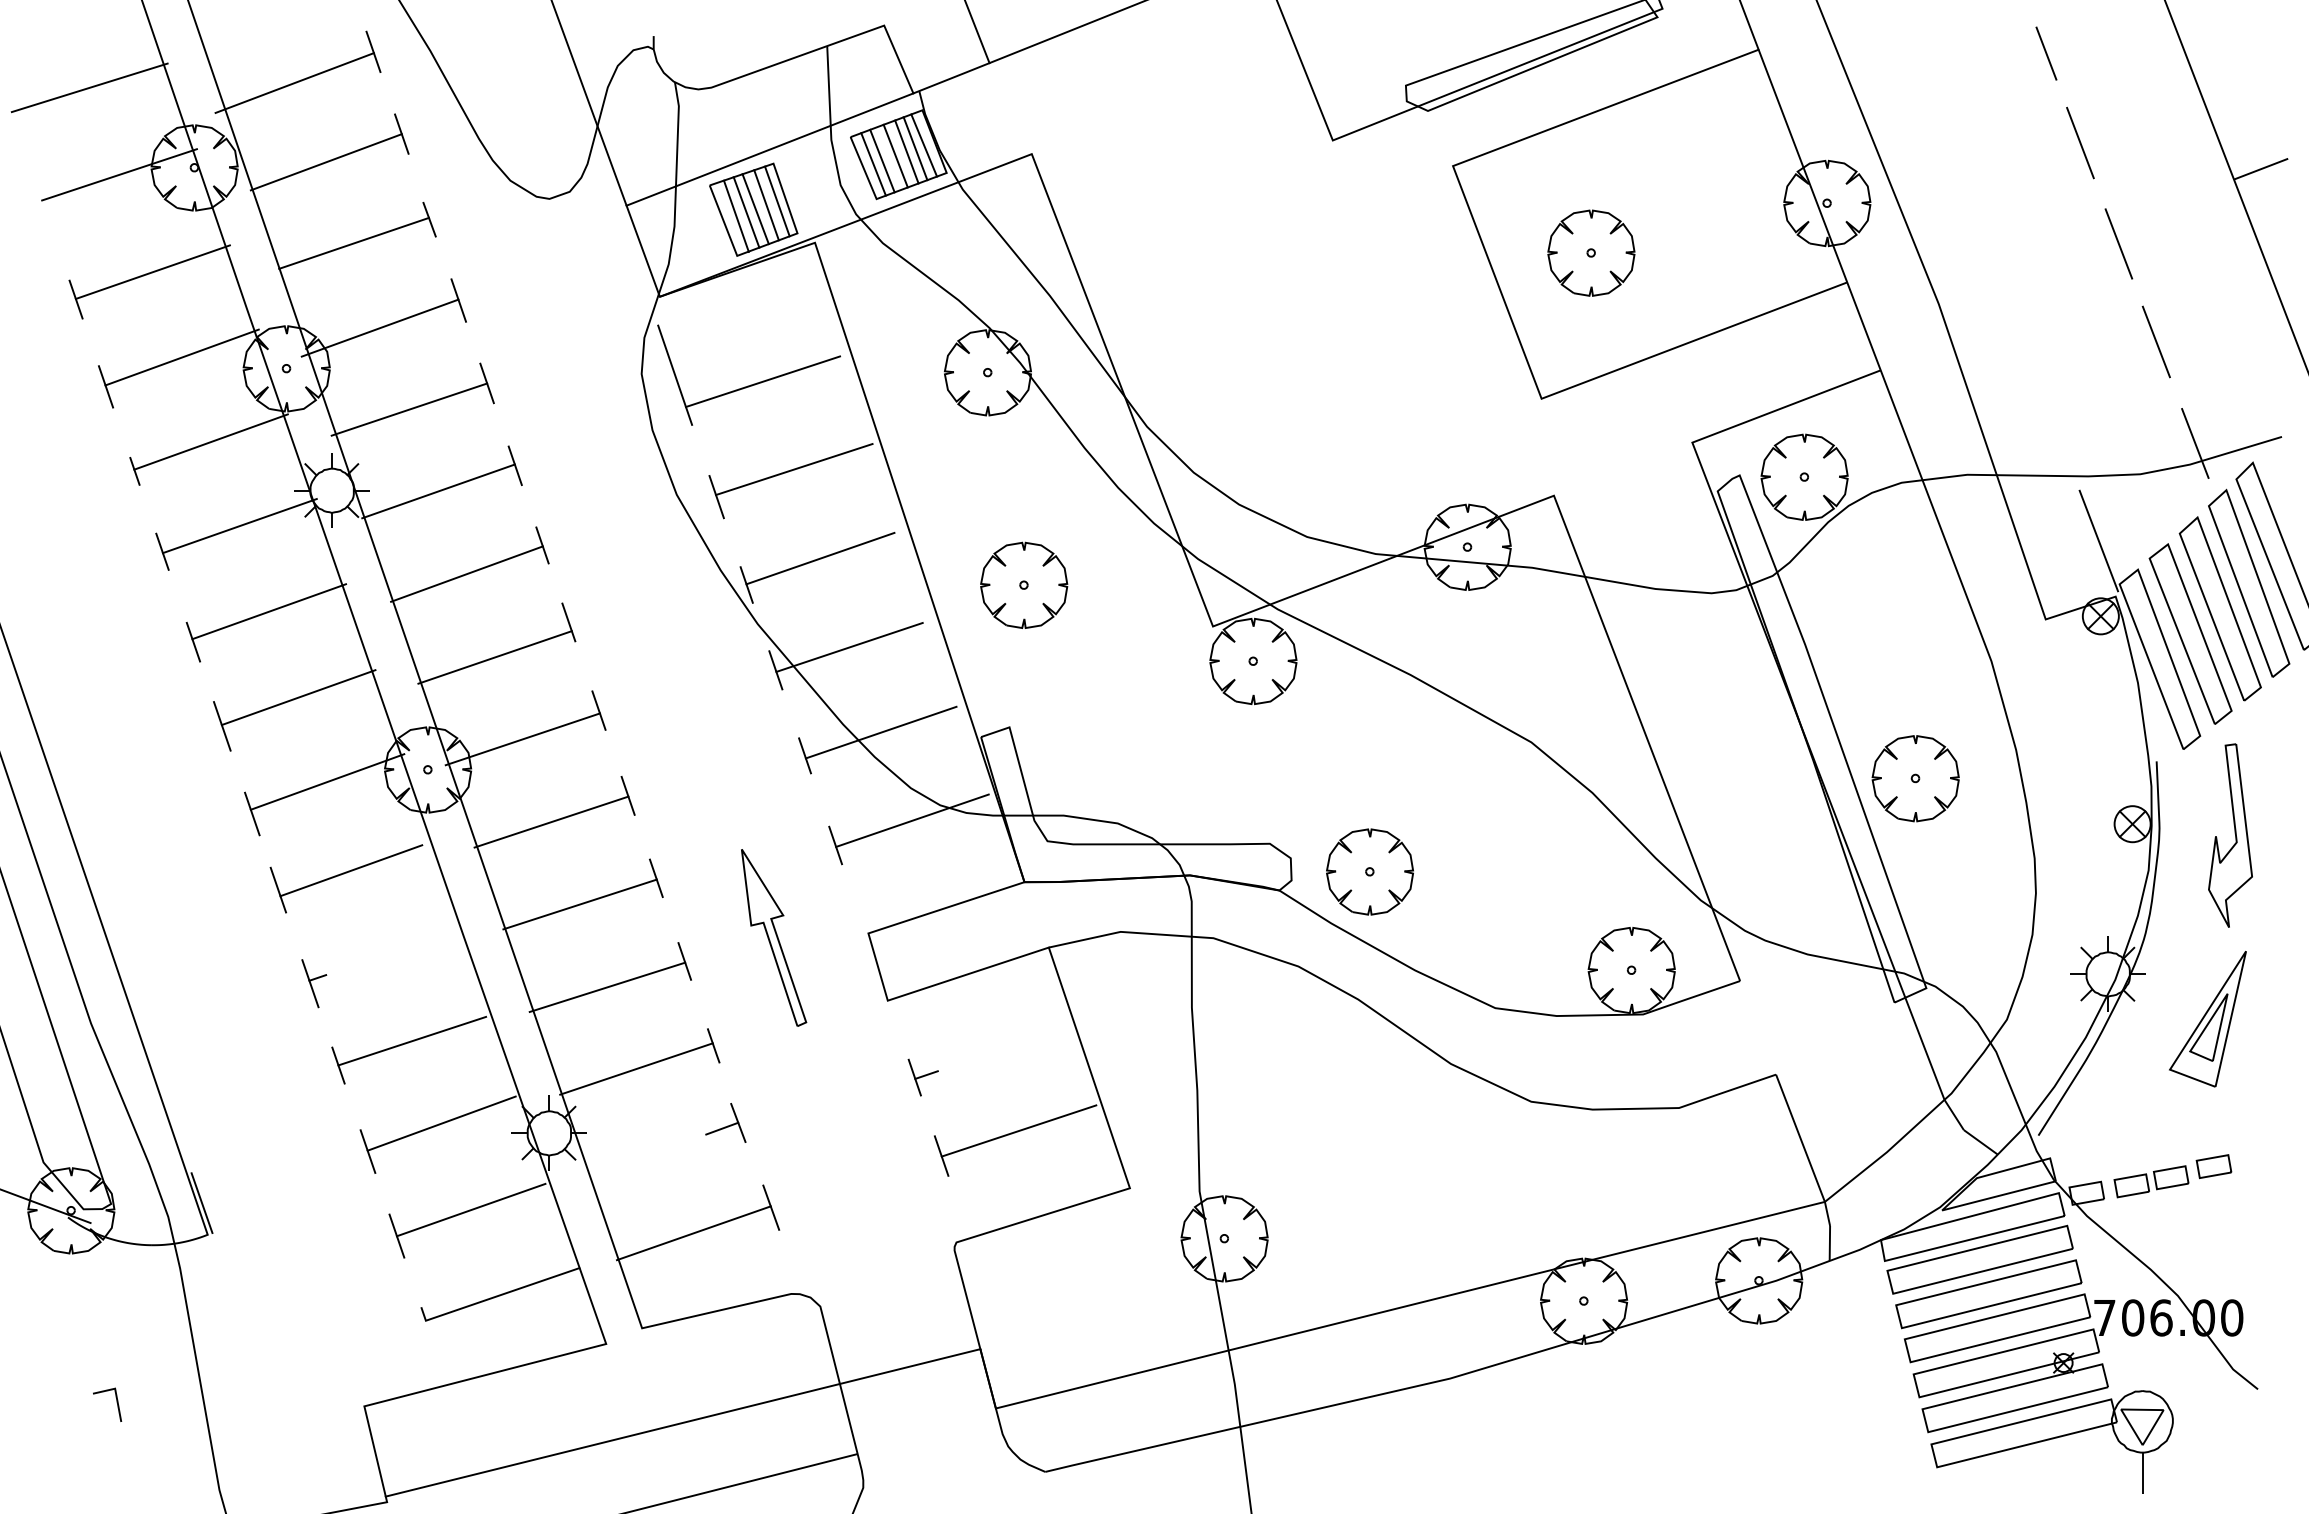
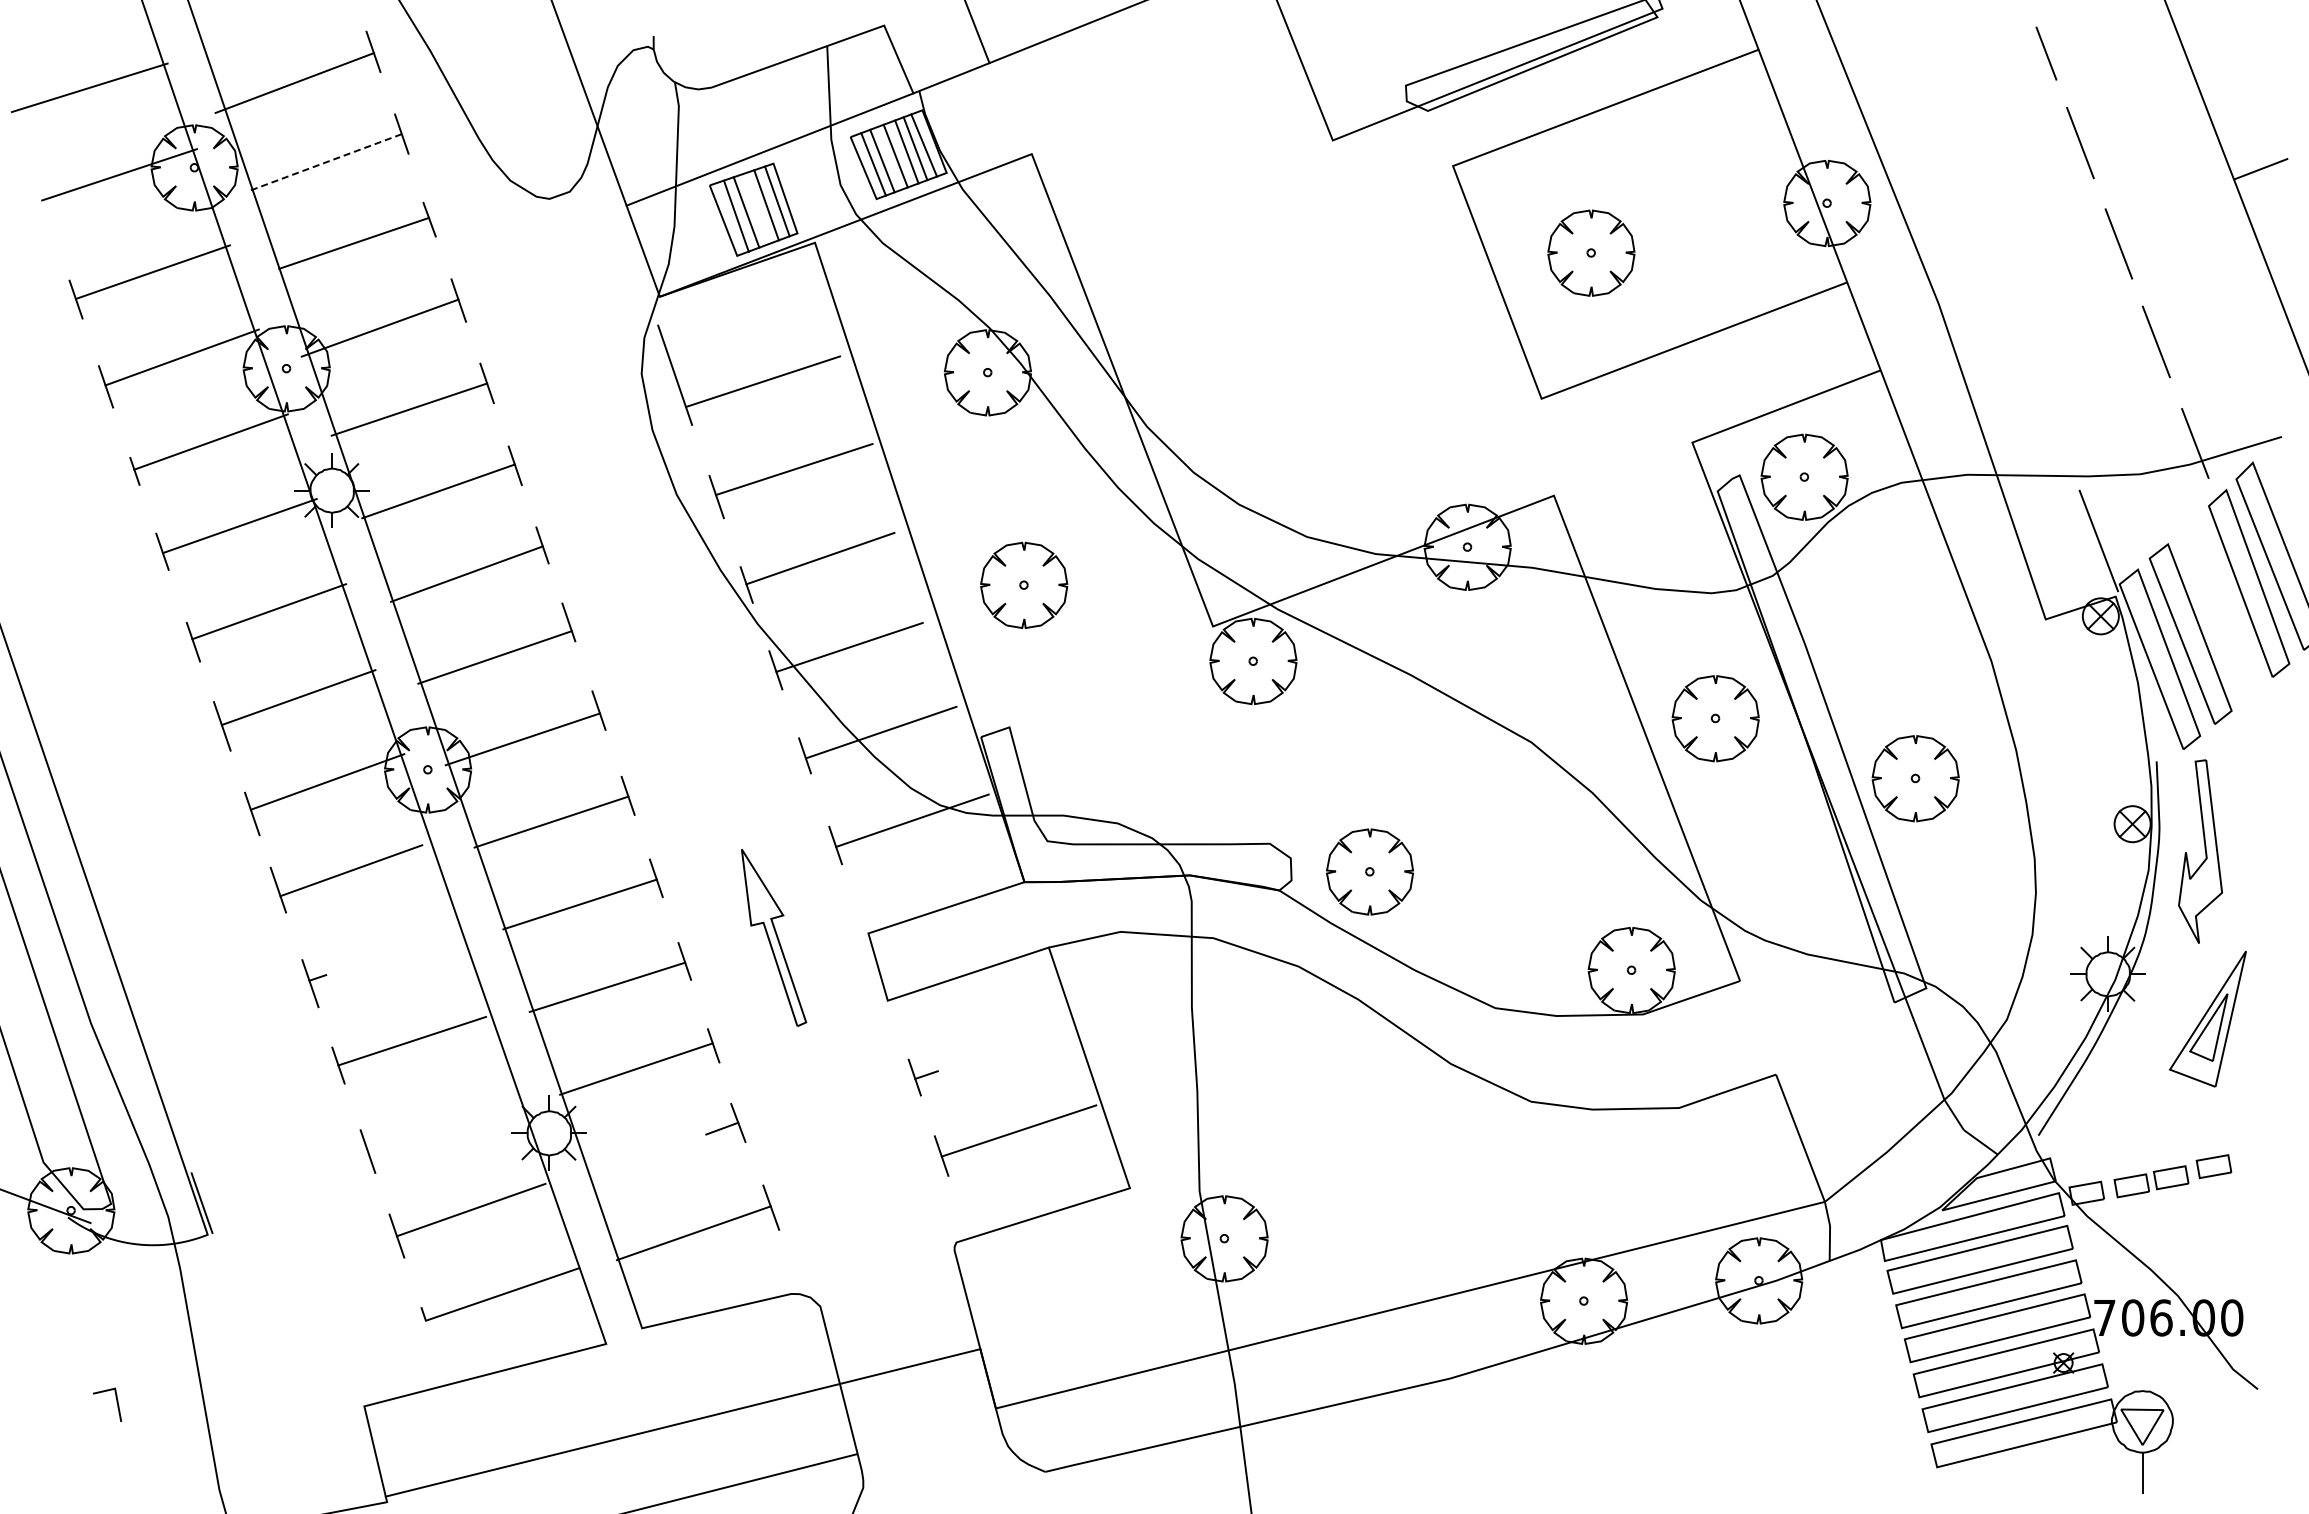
line at (326, 162): solid -> dashed
line at (755, 209): present -> none
part at (2219, 608): present -> none
part at (1715, 718): none -> present
part at (2230, 835) position: (2230, 835) -> (2200, 851)
line at (441, 1123): present -> none
